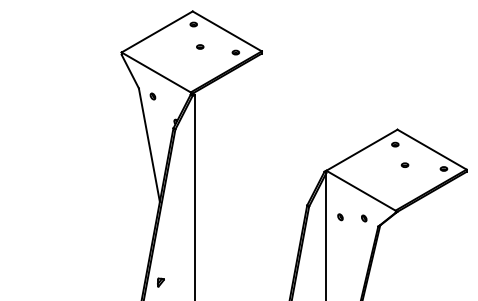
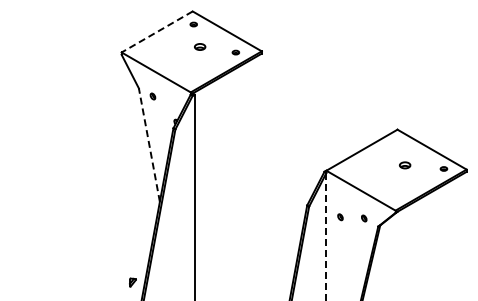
line at (156, 32): solid -> dashed
part at (200, 46) size: 9x6 px -> 13x8 px
part at (395, 144): present -> none
line at (149, 145): solid -> dashed
part at (404, 164) size: 10x6 px -> 13x9 px
line at (326, 236): solid -> dashed
part at (160, 282) position: (160, 282) -> (132, 282)
